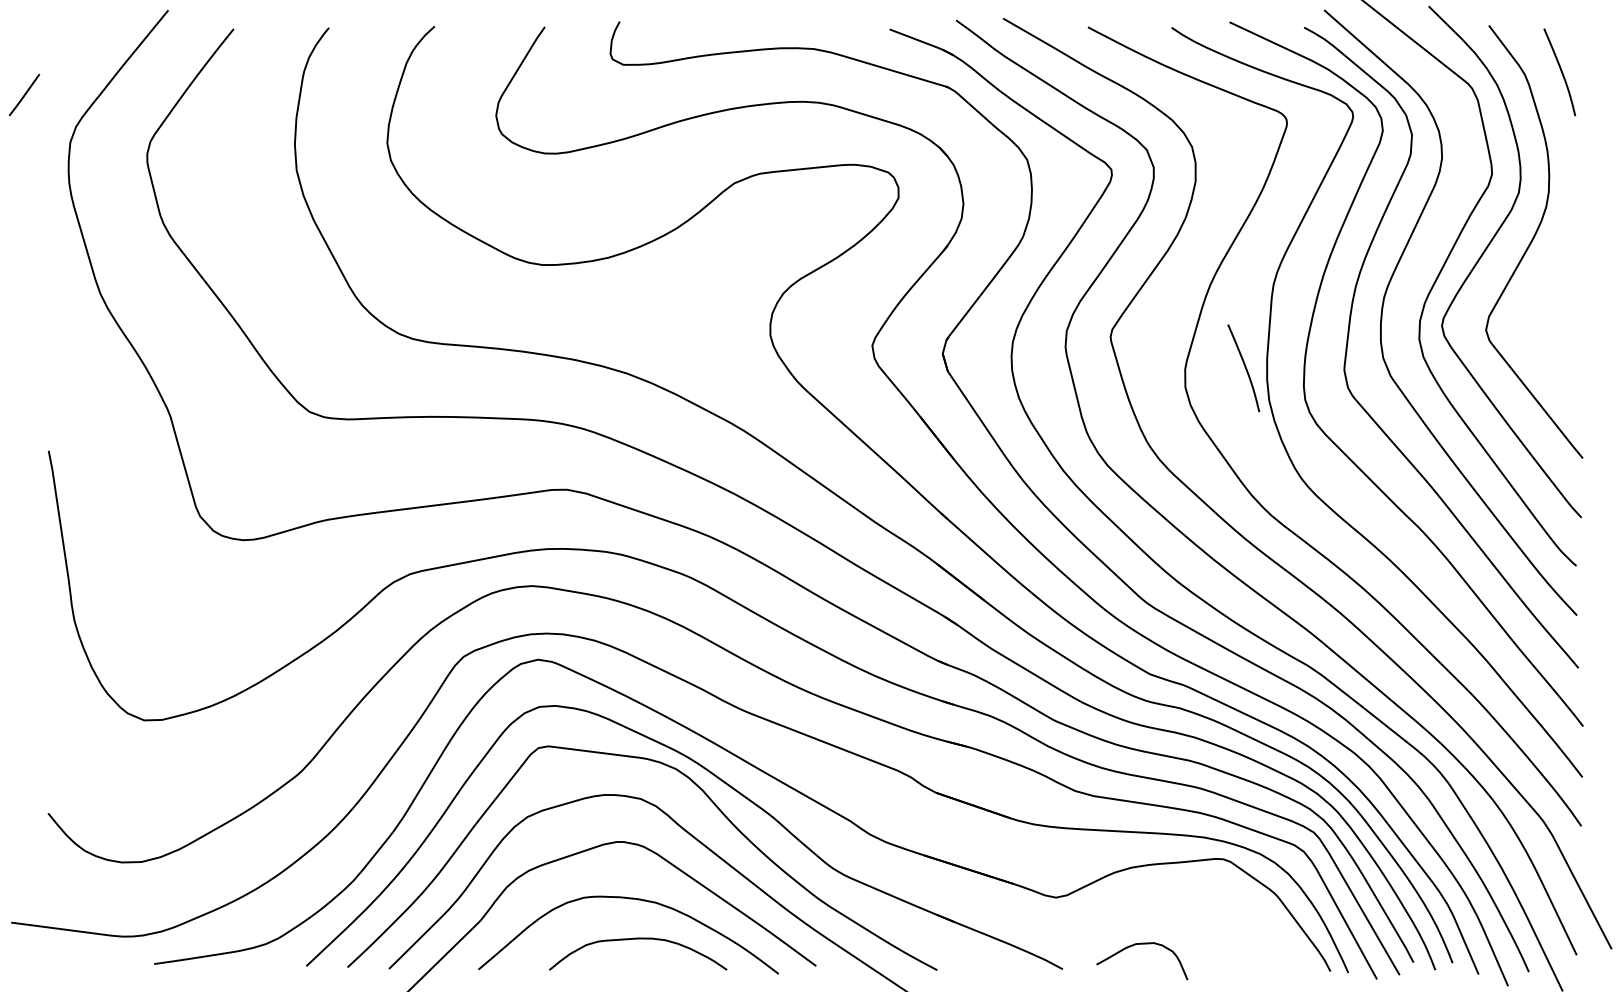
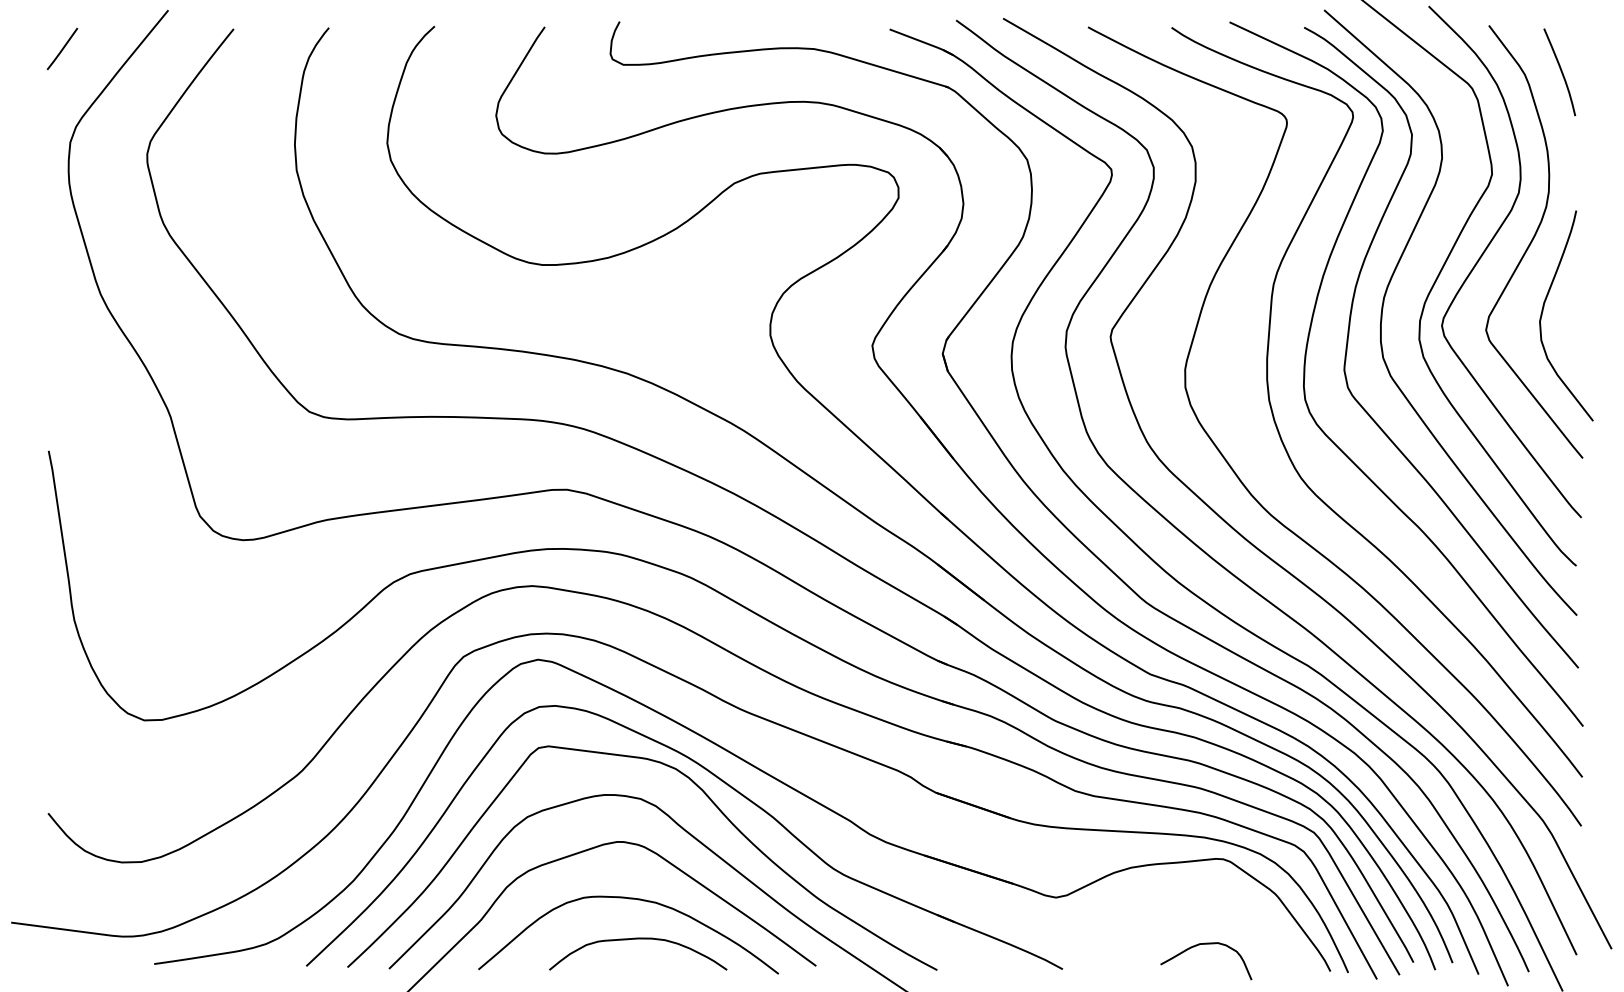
line at (24, 94) position: (24, 94) -> (62, 48)
curve at (1543, 311): none -> present
curve at (1244, 367): present -> none
curve at (1142, 944) position: (1142, 944) -> (1206, 944)
